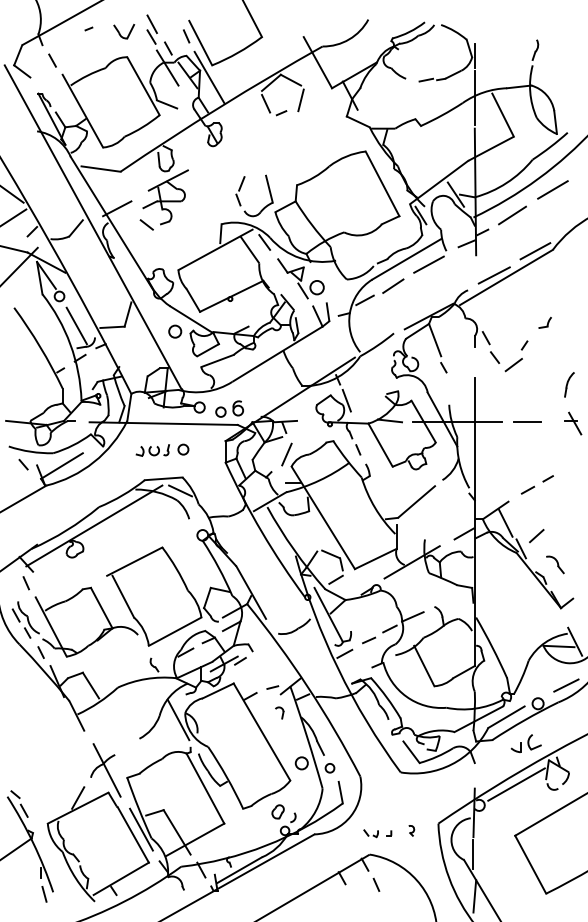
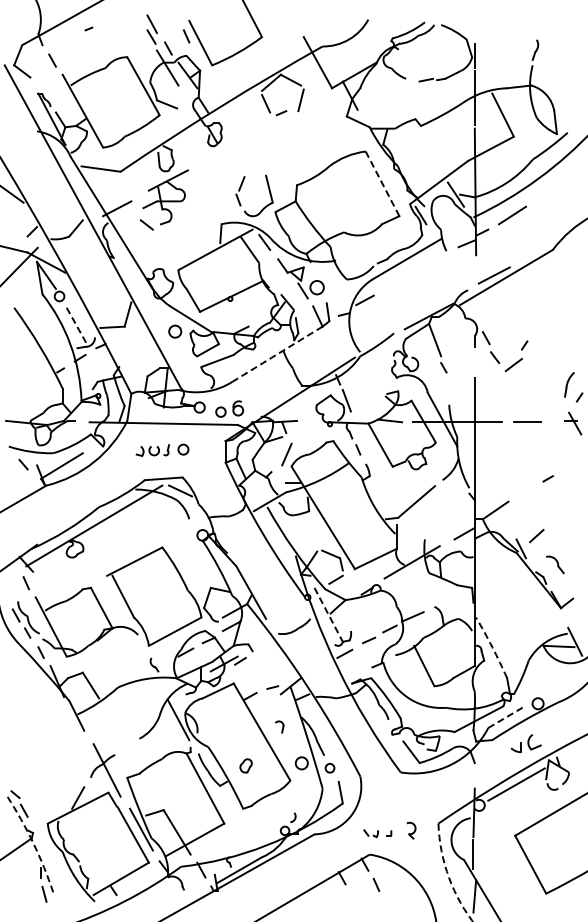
part at (124, 31): present -> none
line at (209, 77): present -> none
line at (382, 183): solid -> dashed
line at (552, 189): present -> none
line at (14, 216): present -> none
line at (535, 251): present -> none
line at (428, 264): present -> none
line at (393, 285): present -> none
part at (544, 322): present -> none
line at (76, 325): solid -> dashed
arc at (277, 354): solid -> dashed
line at (579, 397): none -> present
line at (527, 489): present -> none
line at (505, 522): present -> none
line at (328, 615): solid -> dashed
arc at (492, 647): solid -> dashed
line at (566, 685): present -> none
part at (279, 712) position: (279, 712) -> (279, 726)
line at (506, 716): solid -> dashed
part at (277, 811) position: (277, 811) -> (245, 765)
part at (411, 830) size: 8x12 px -> 11x19 px
arc at (33, 843): solid -> dashed
arc at (448, 875): solid -> dashed
